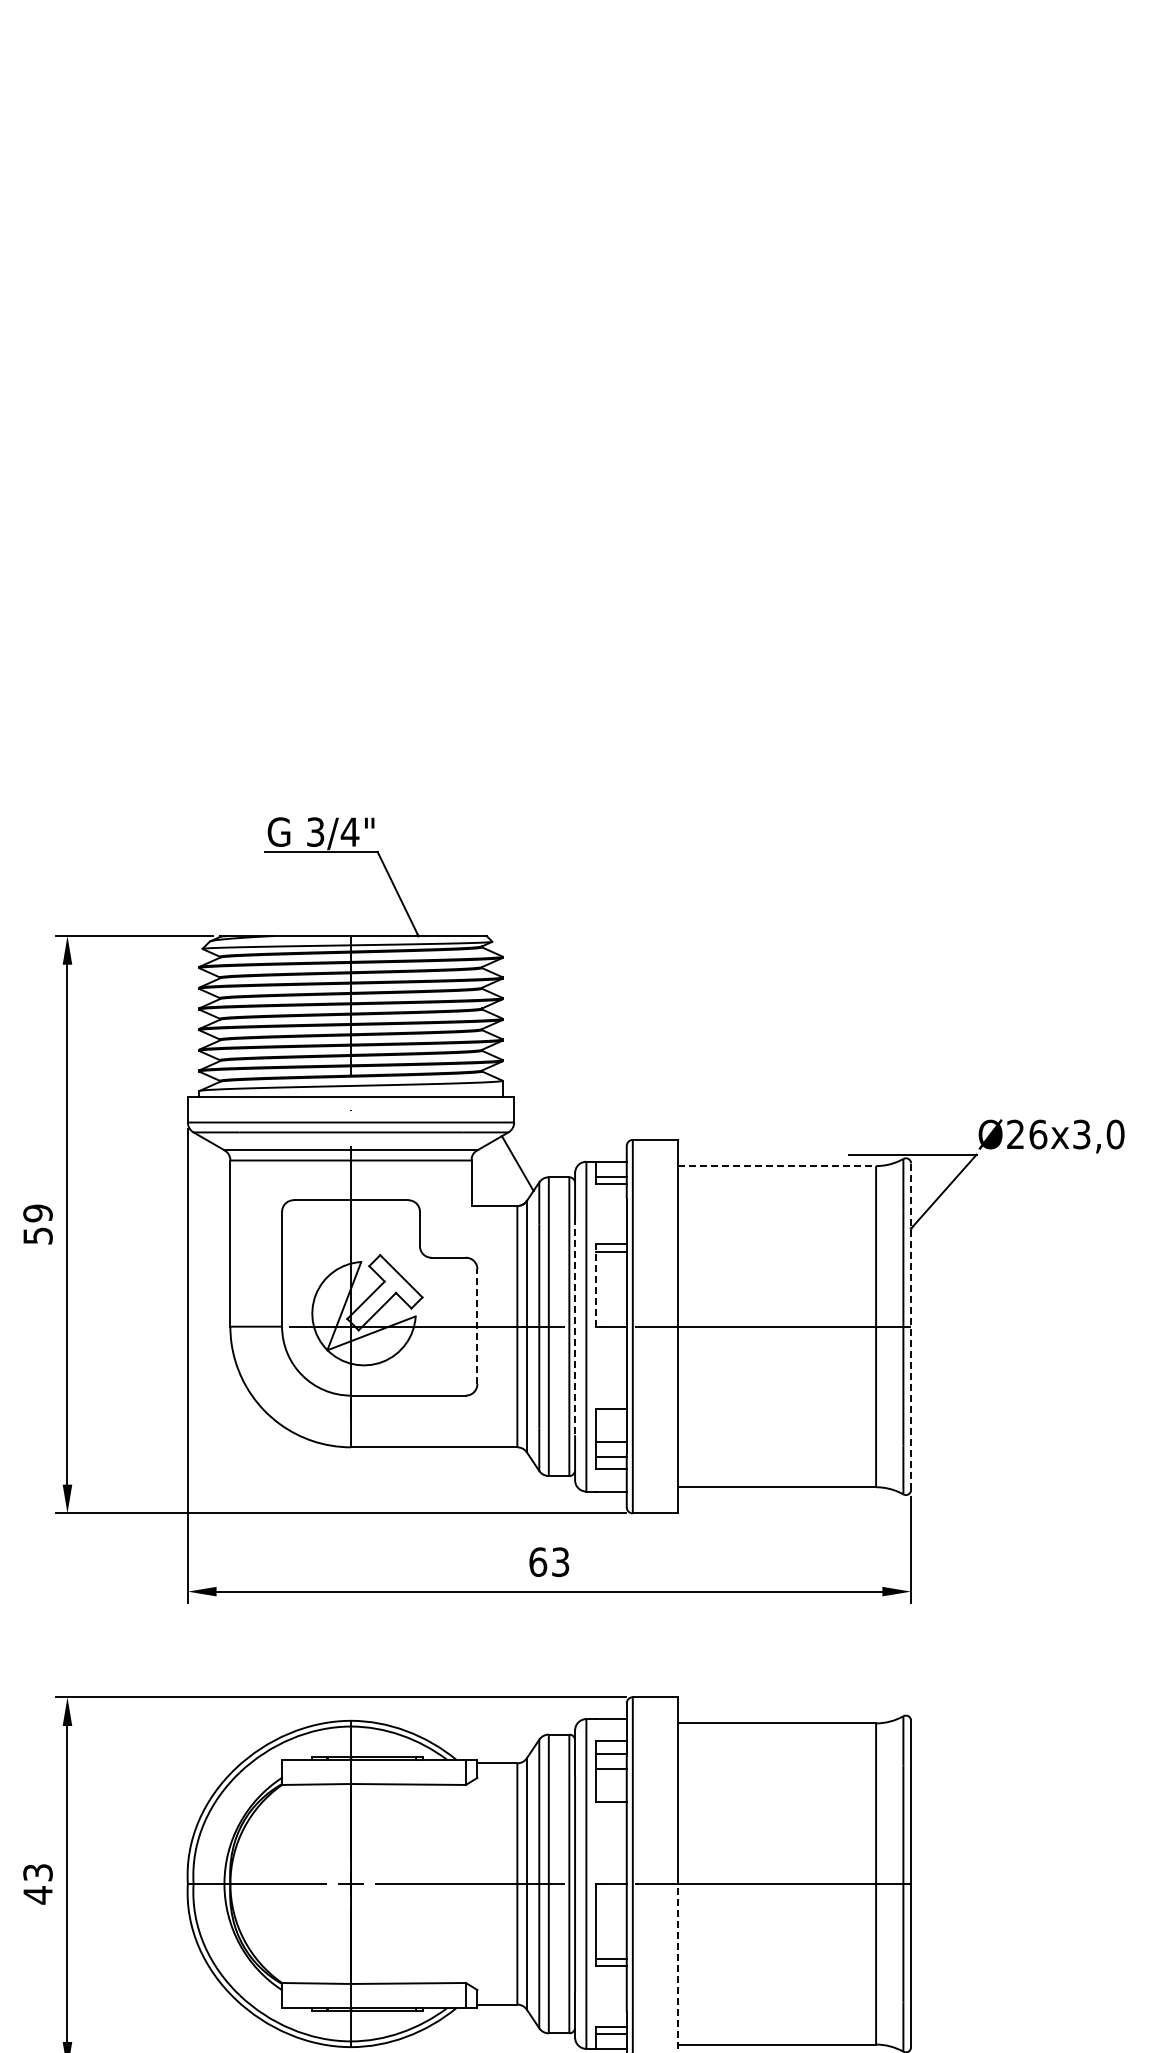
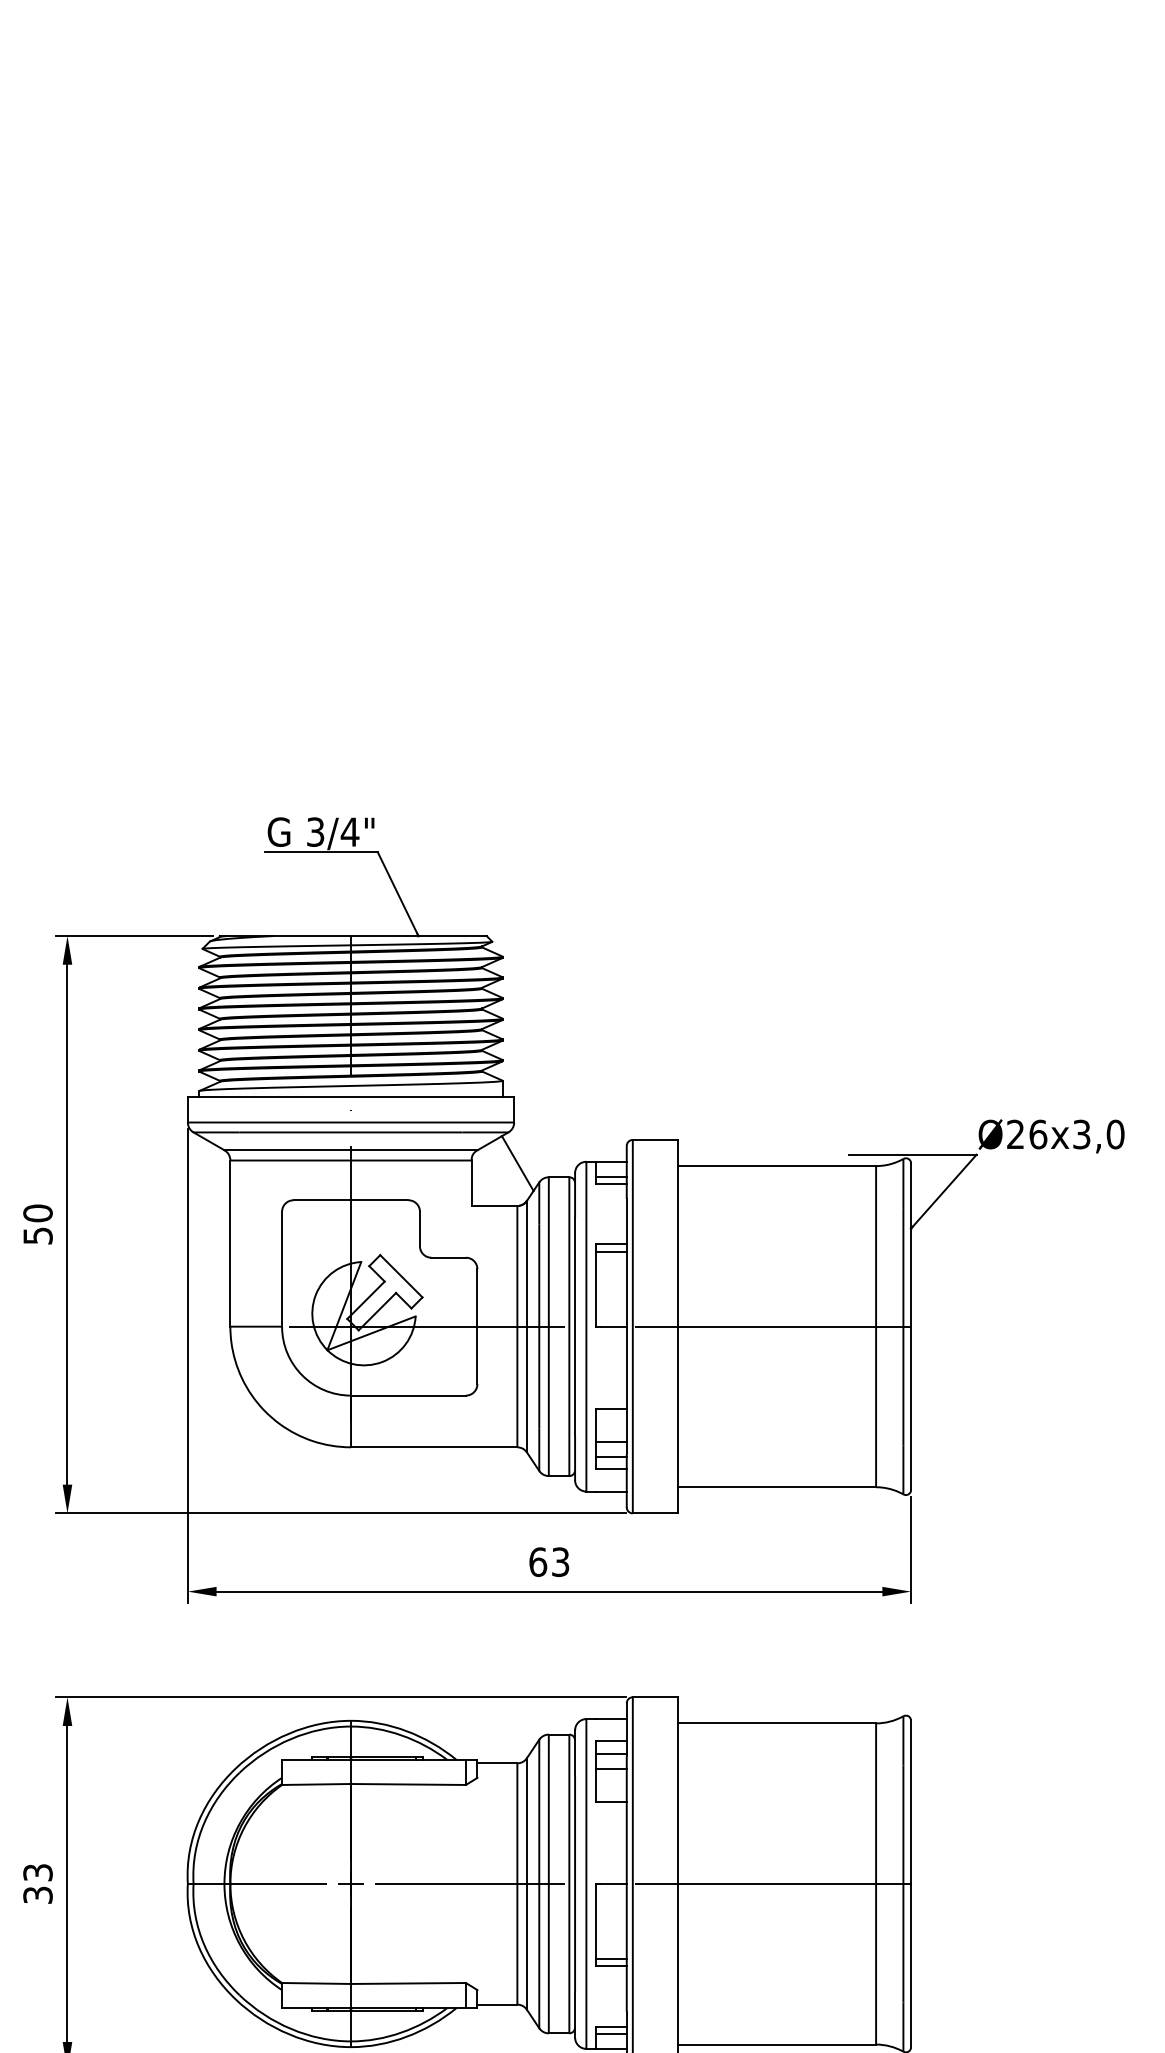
line at (777, 1166): dashed -> solid
text at (37, 1213): 59 -> 50
line at (595, 1284): dashed -> solid
line at (477, 1326): dashed -> solid
line at (575, 1326): dashed -> solid
line at (911, 1326): dashed -> solid
text at (37, 1895): 43 -> 33
line at (678, 1967): dashed -> solid
